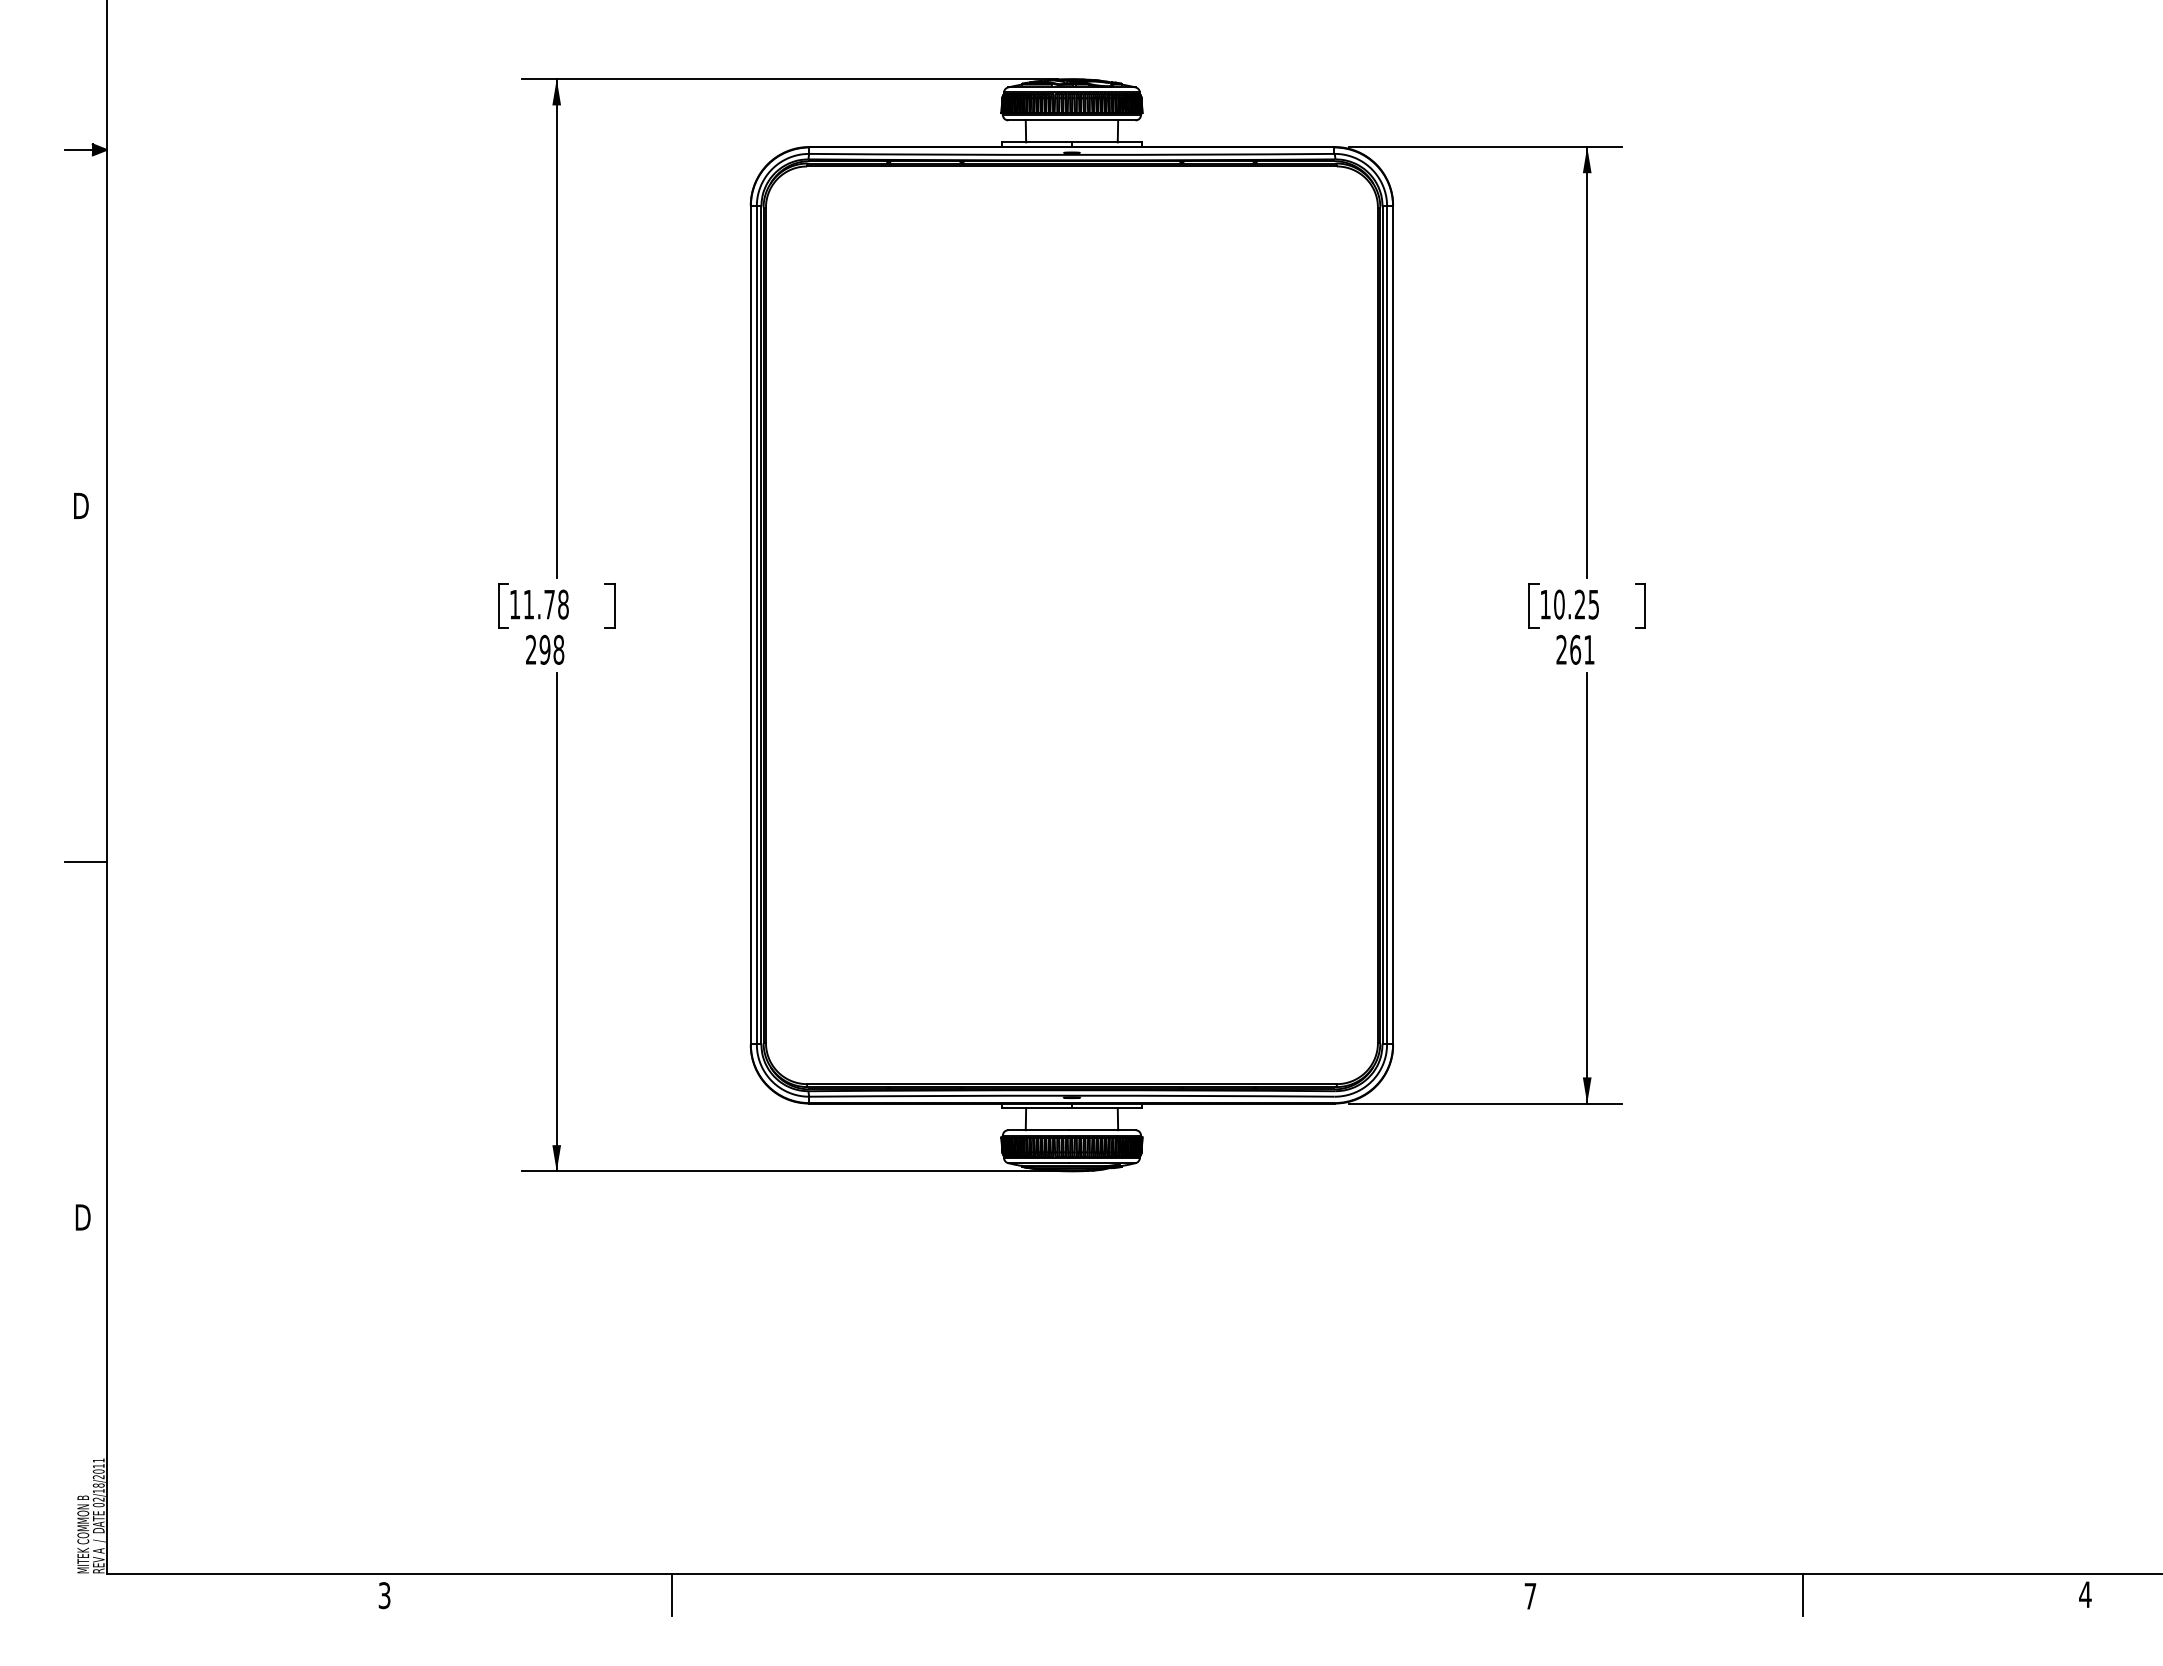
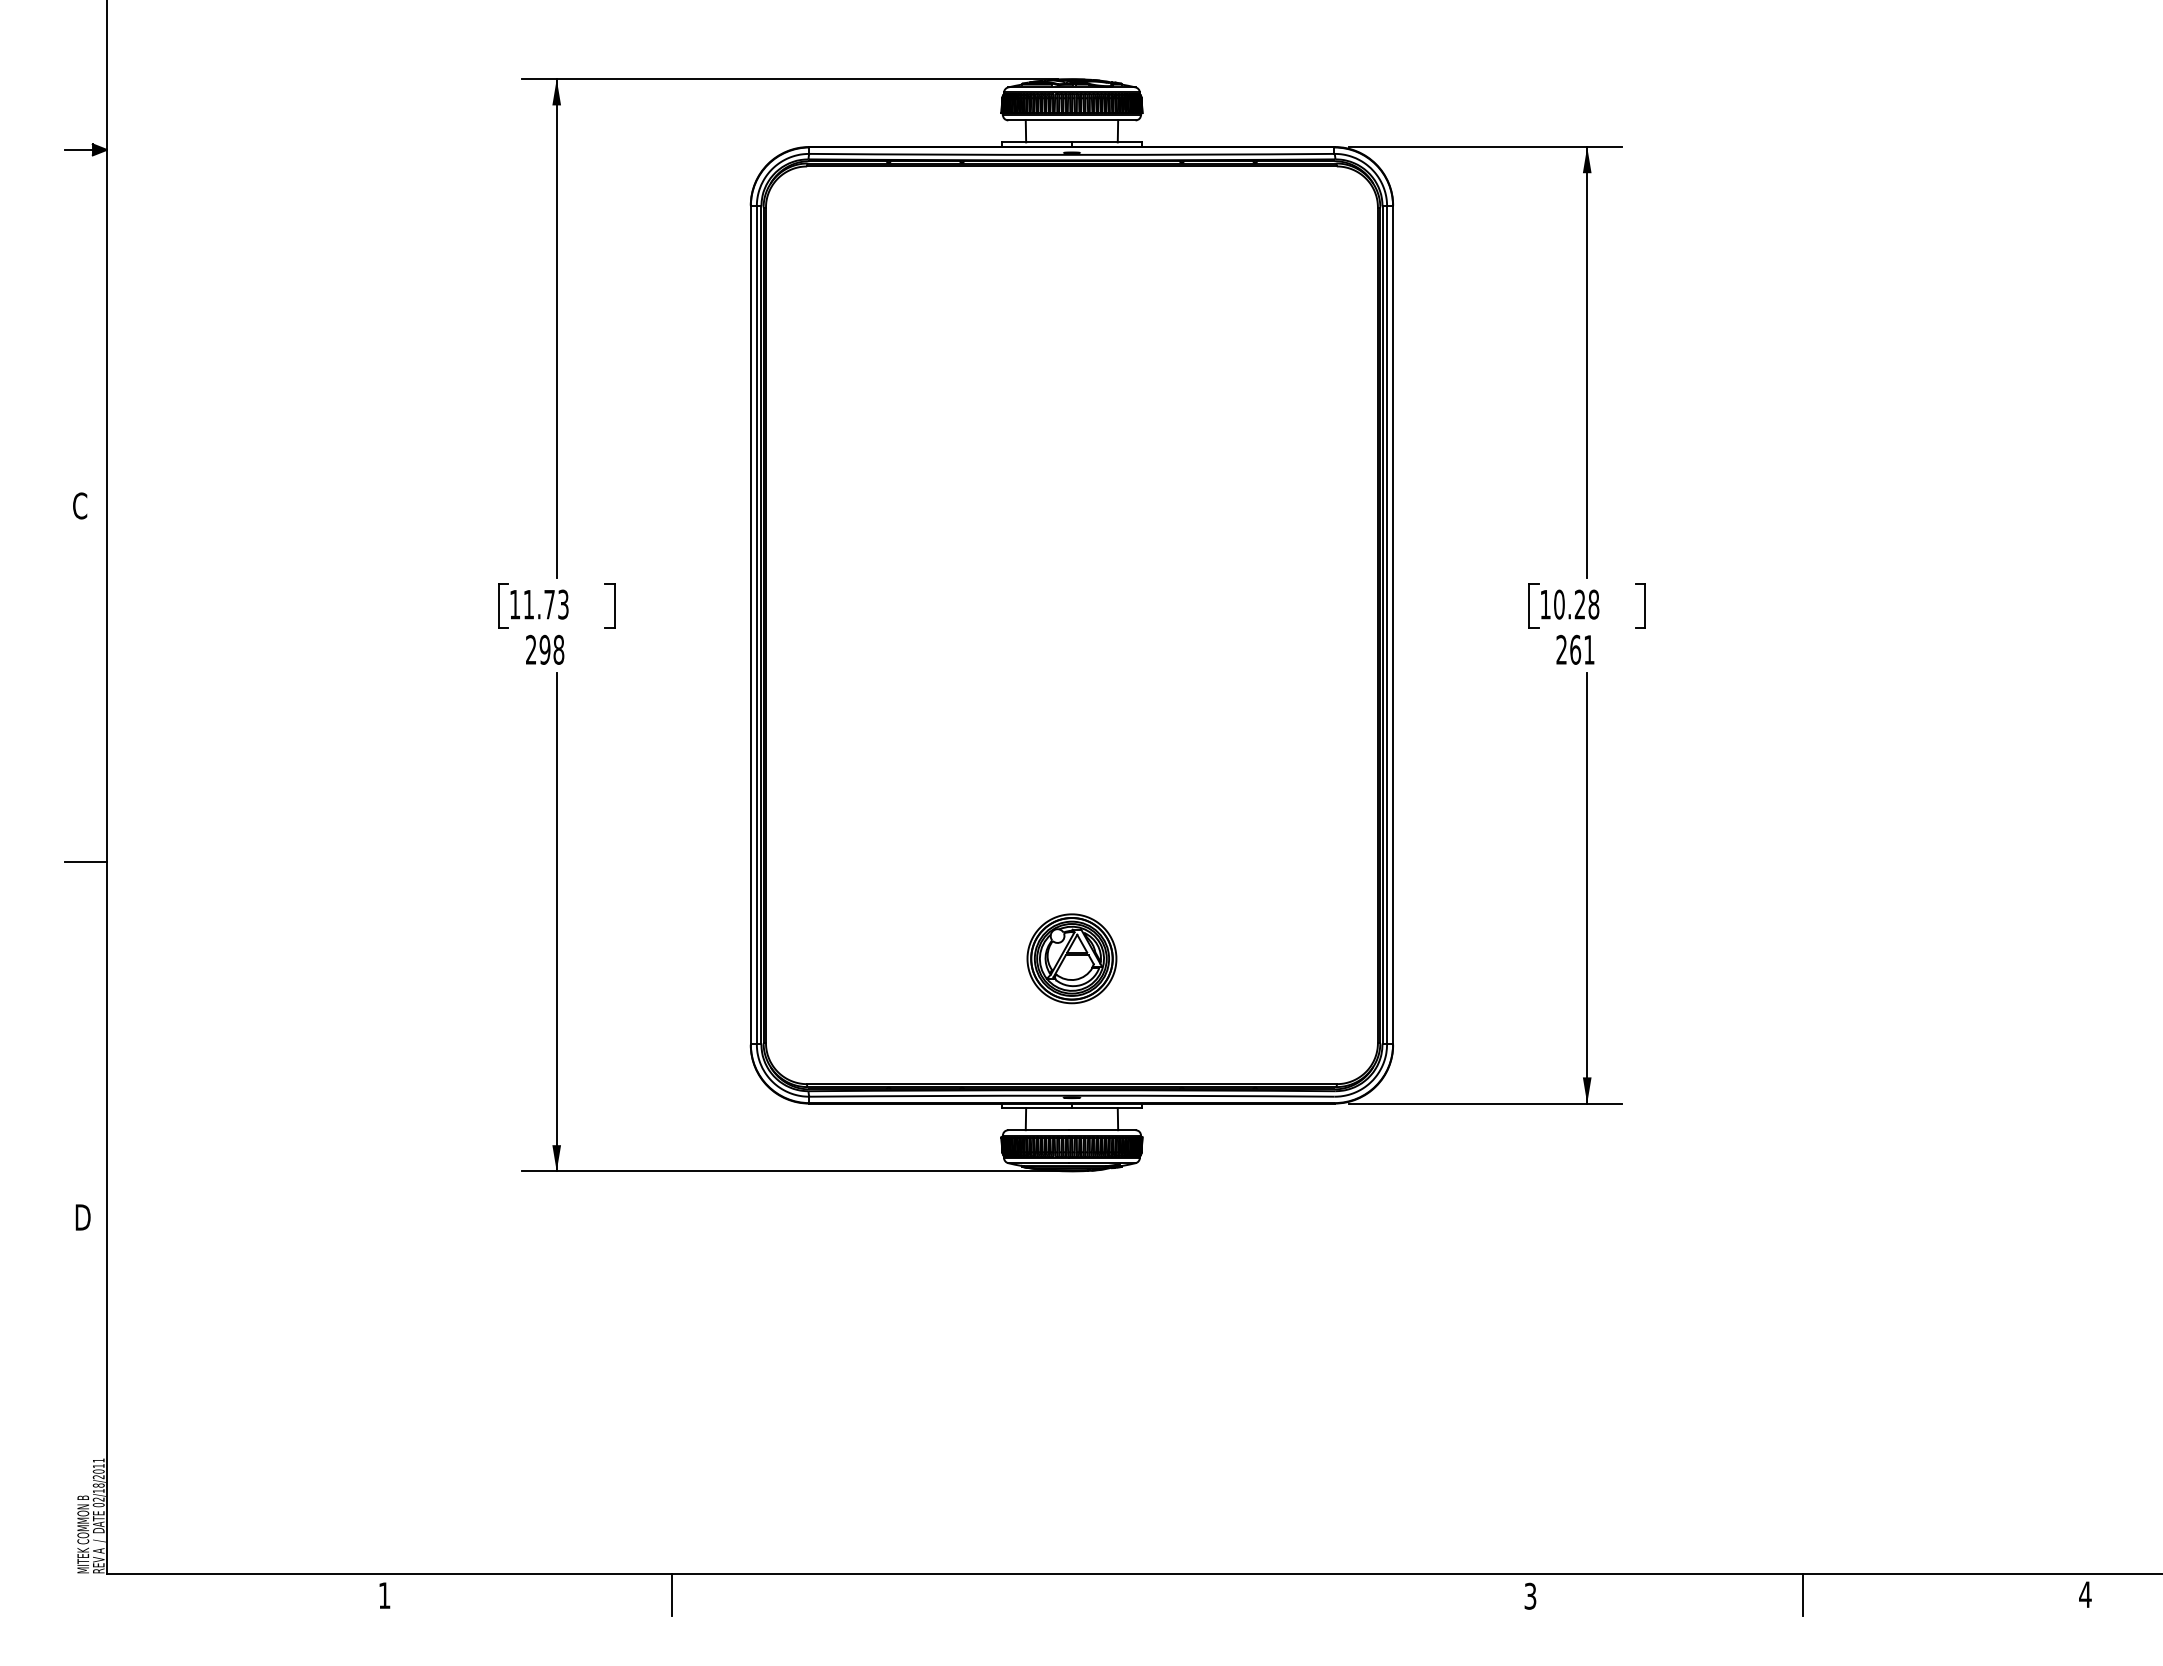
text at (80, 505): D -> C
text at (563, 604): 11.78 -> 11.73
text at (1593, 604): 10.25 -> 10.28
part at (1071, 958): none -> present
text at (384, 1595): 3 -> 1
text at (1530, 1595): 7 -> 3
